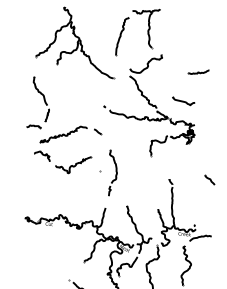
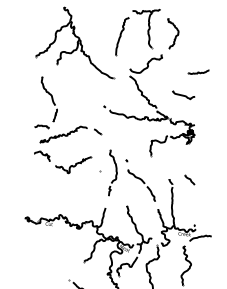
curve at (175, 35): none -> present
part at (43, 99) position: (43, 99) -> (51, 99)
part at (183, 101) position: (183, 101) -> (183, 95)
part at (209, 179) position: (209, 179) -> (189, 179)
part at (140, 180): none -> present
